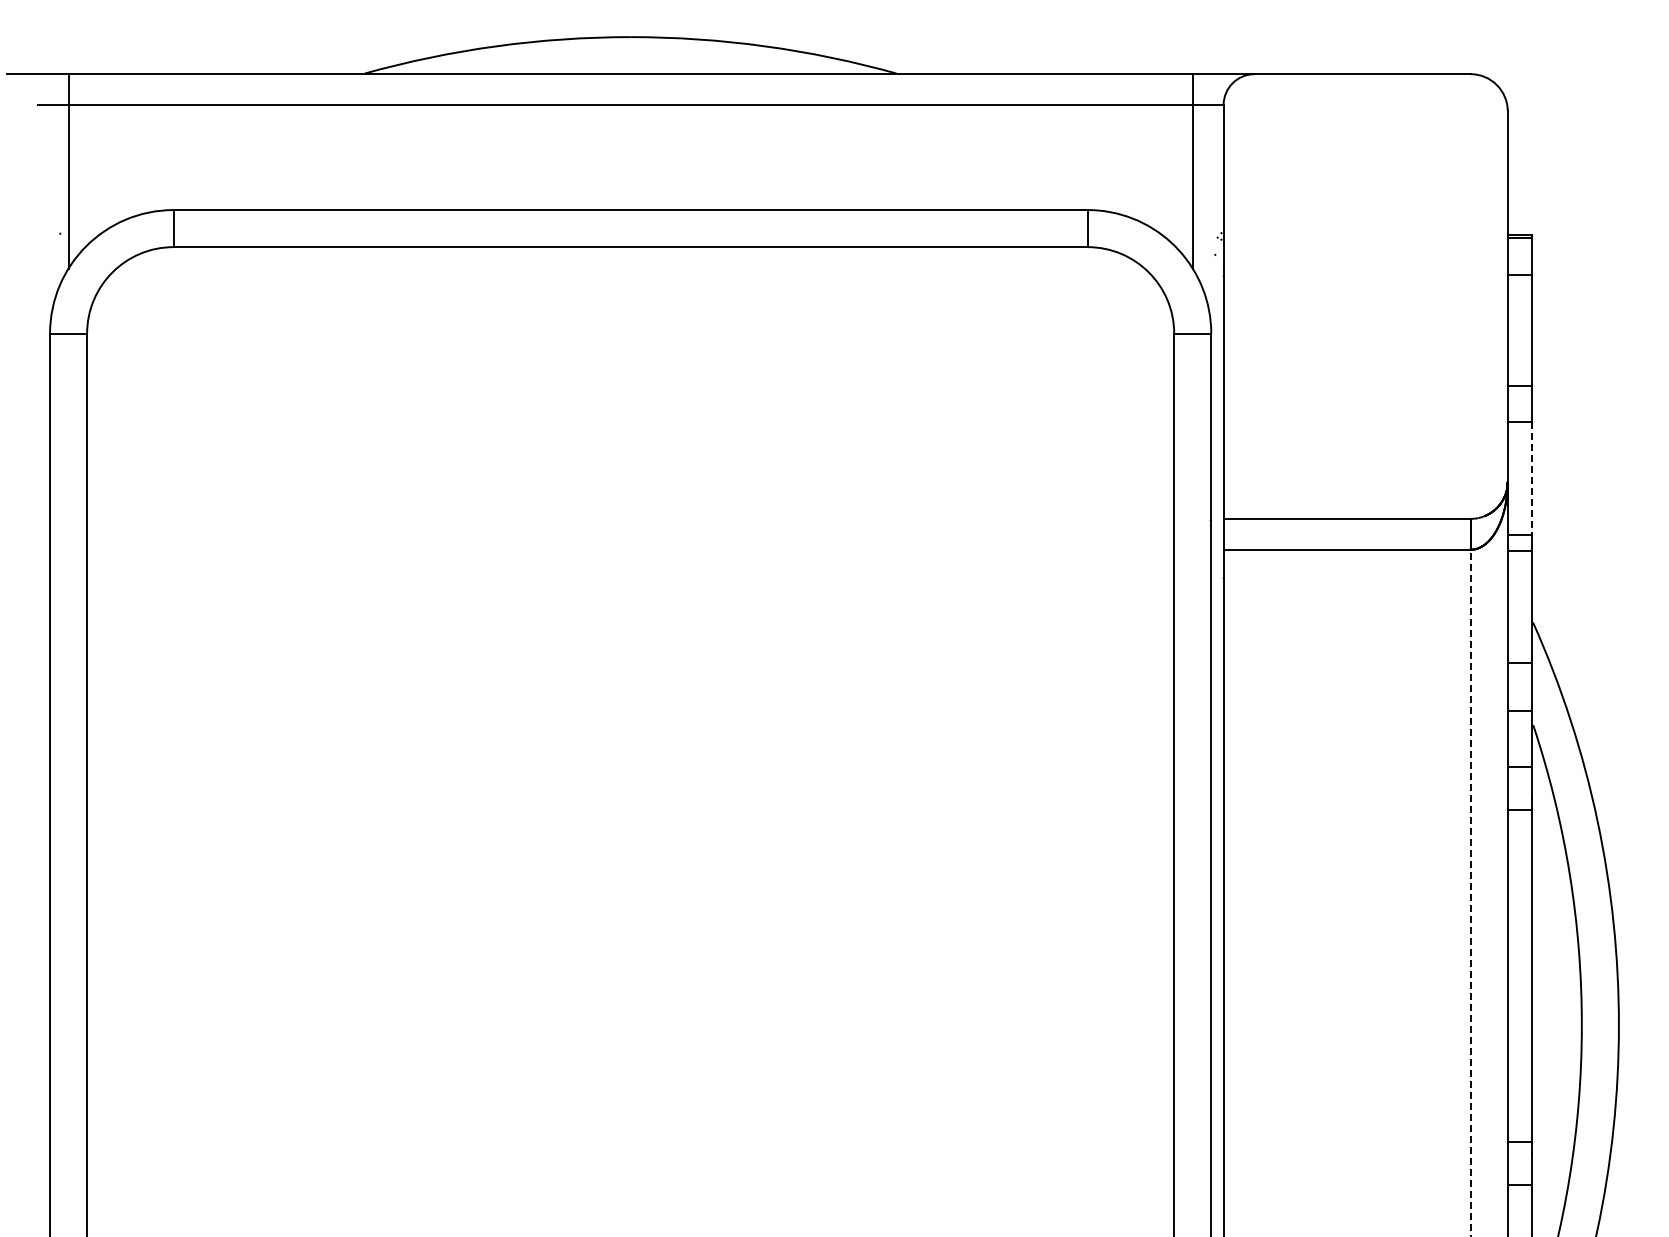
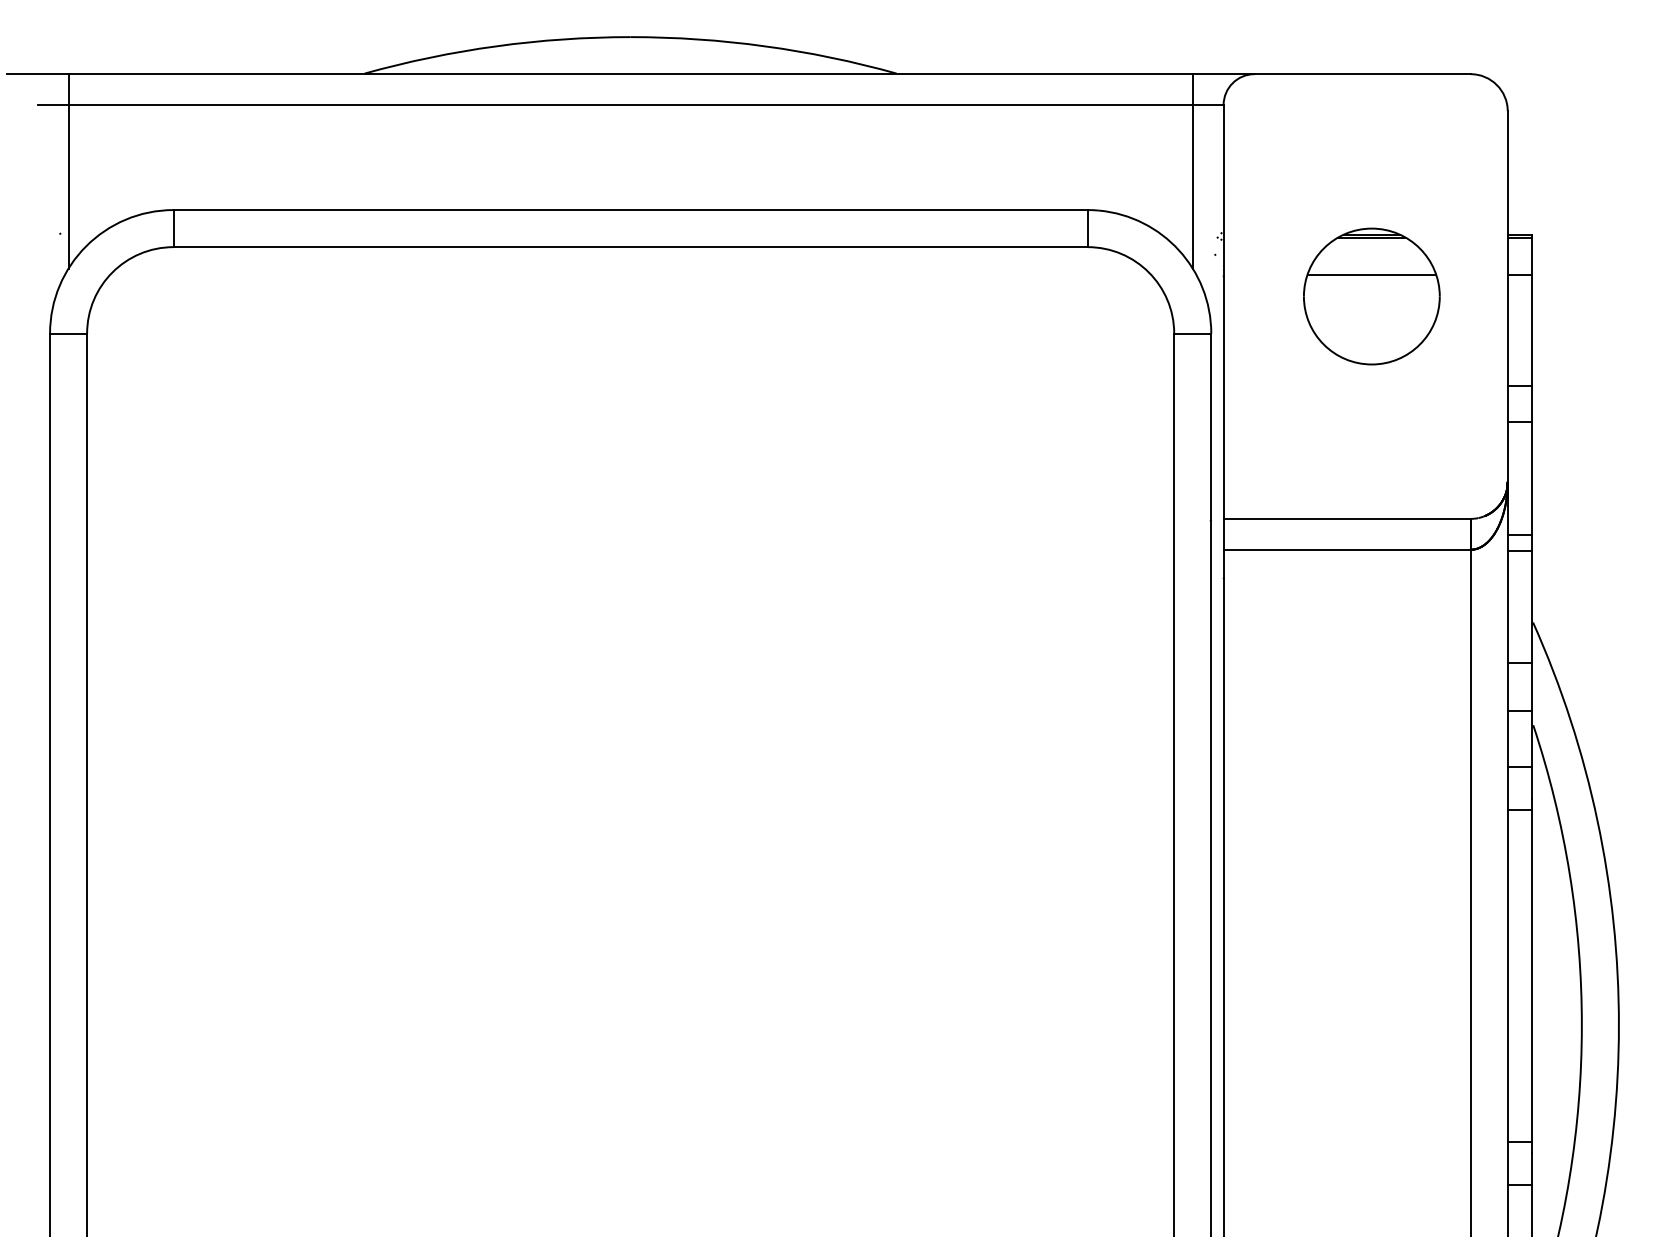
part at (1371, 296): none -> present
line at (1532, 479): dashed -> solid
line at (1470, 892): dashed -> solid
